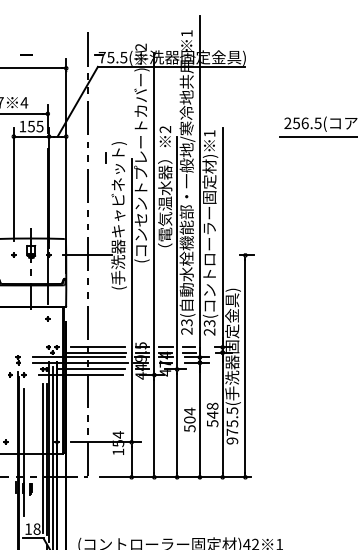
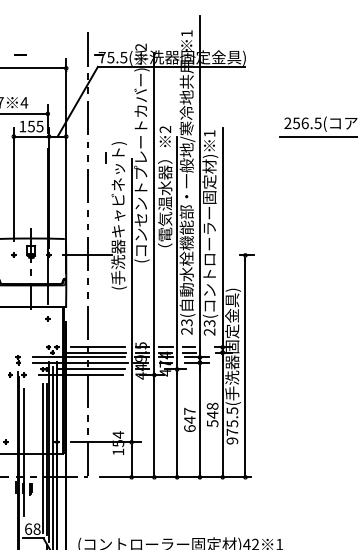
line at (26, 54) position: (26, 54) -> (20, 54)
text at (189, 419): 504 -> 647
text at (28, 528): 18 -> 68
